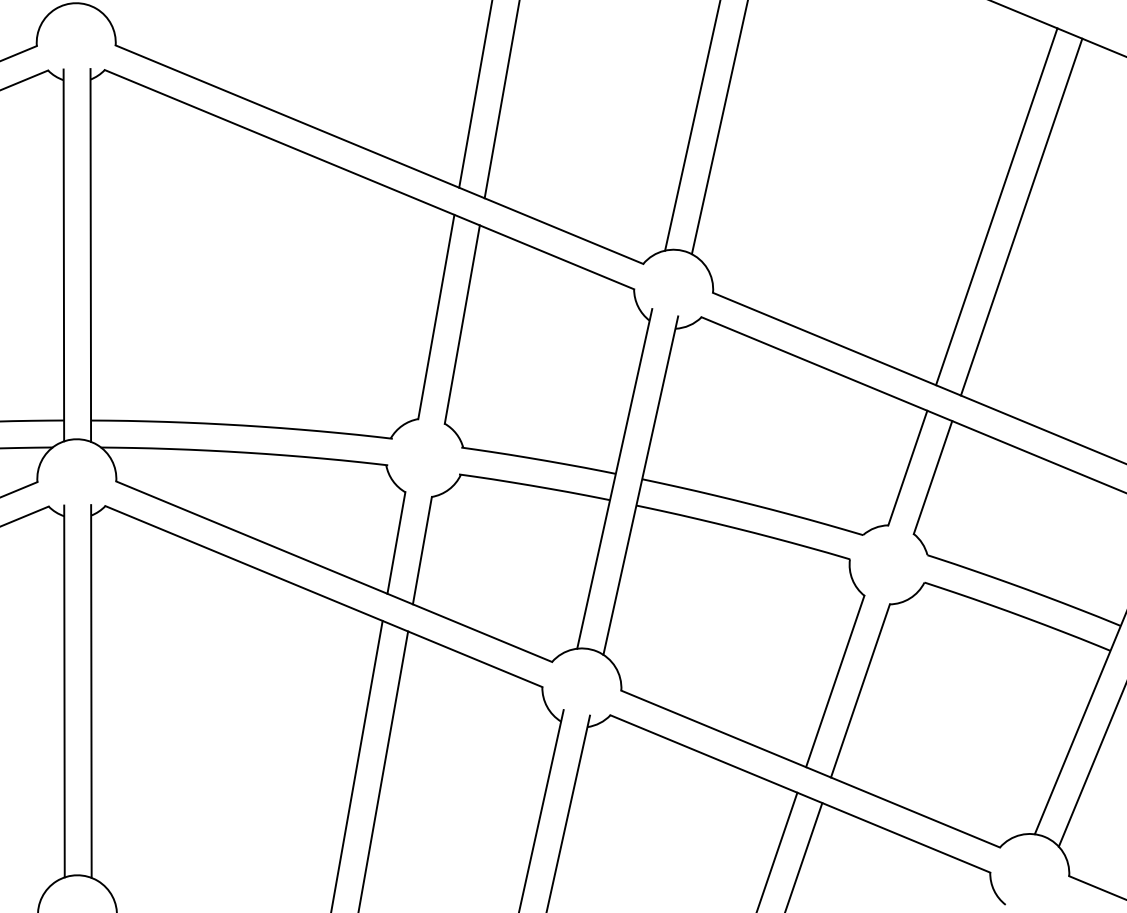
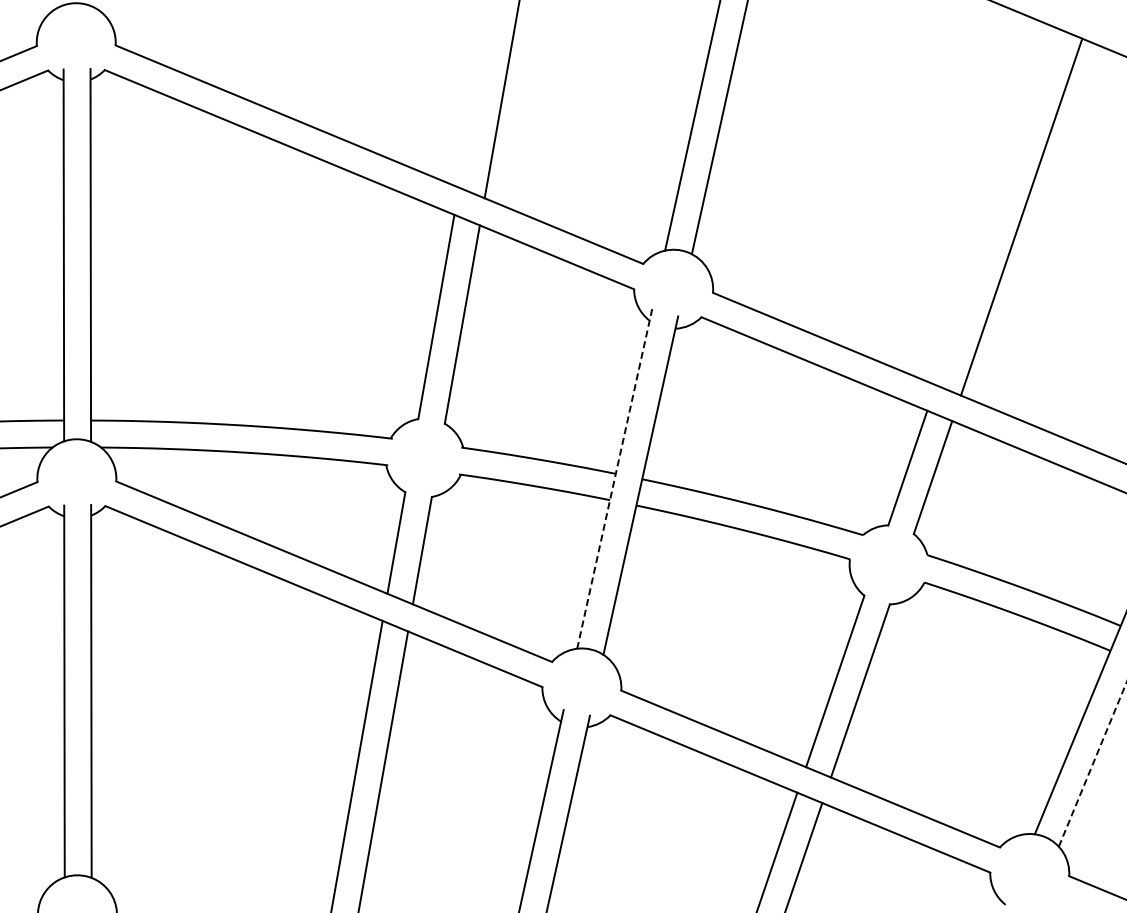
line at (475, 94): present -> none
line at (996, 206): present -> none
line at (614, 478): solid -> dashed
line at (1093, 763): solid -> dashed
